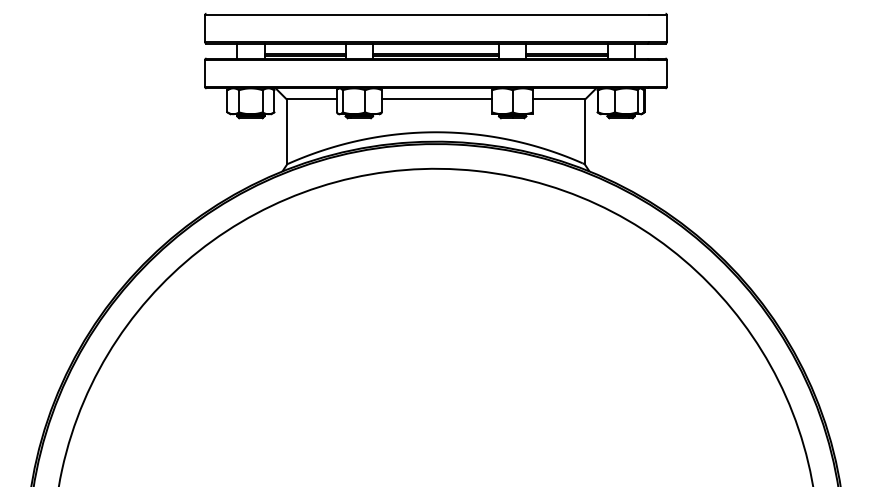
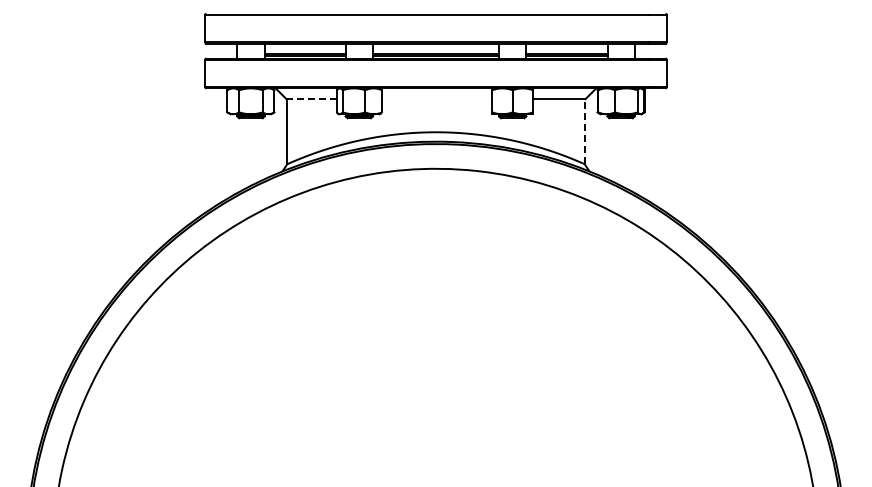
line at (311, 99): solid -> dashed
line at (437, 99): present -> none
line at (584, 131): solid -> dashed
